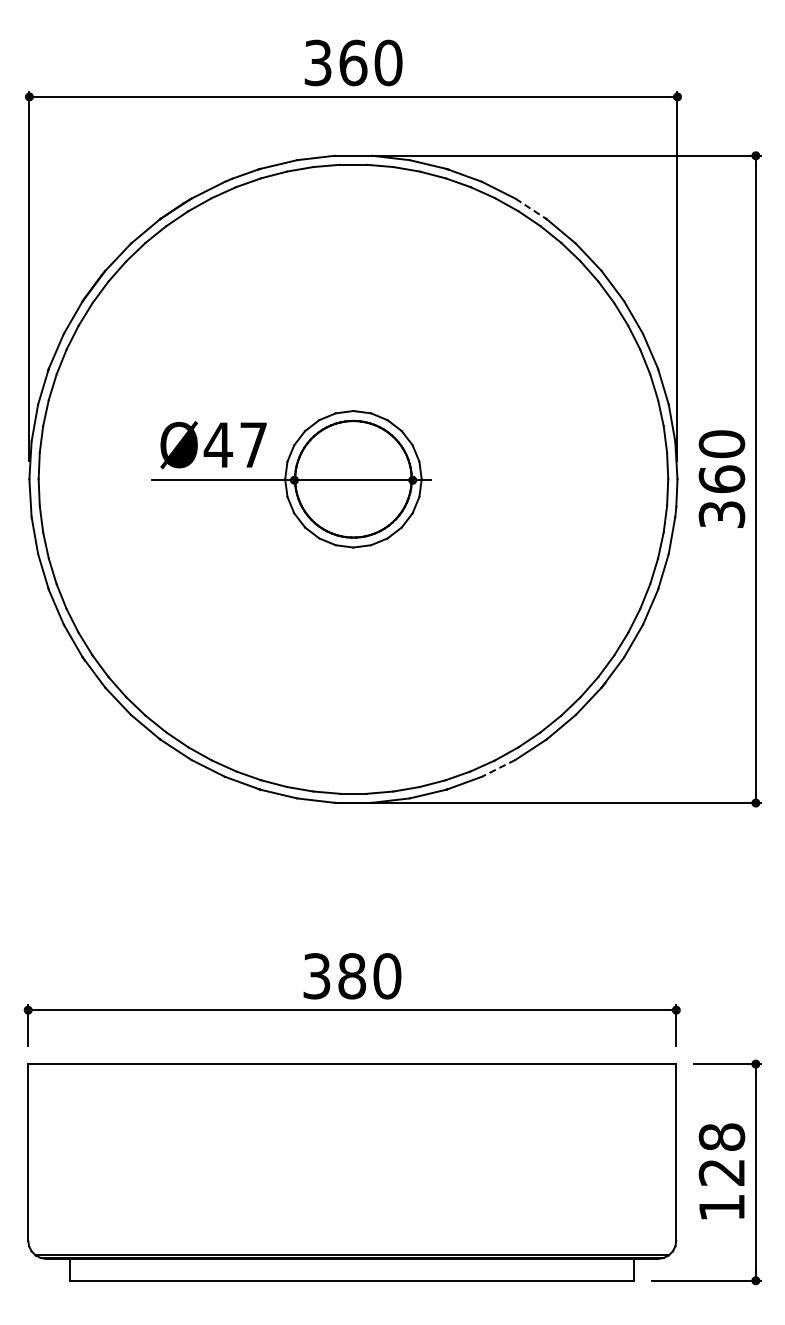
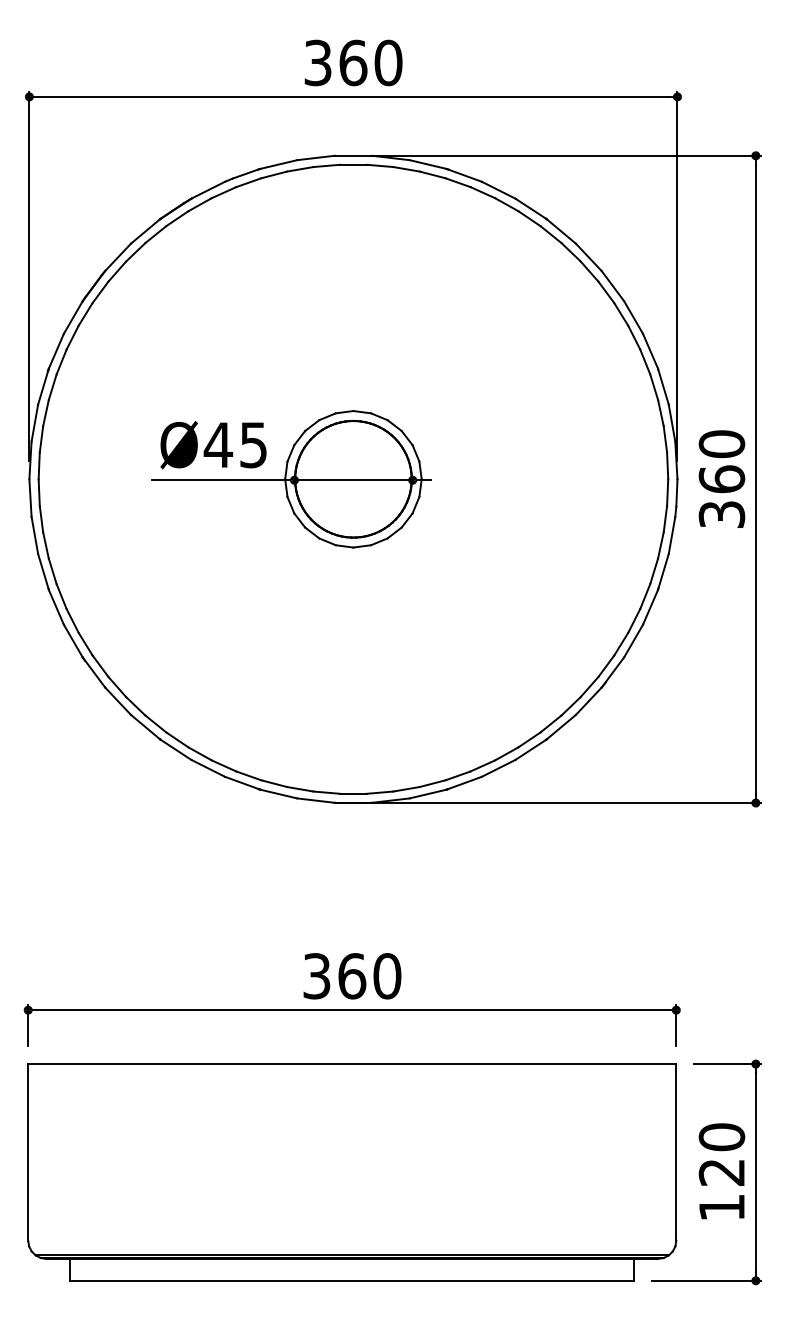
line at (531, 208): dashed -> solid
text at (253, 445): Ø47 -> Ø45
line at (498, 768): dashed -> solid
text at (352, 976): 380 -> 360
text at (721, 1137): 128 -> 120
